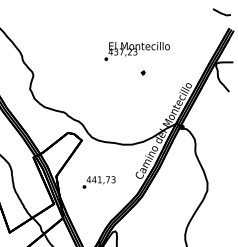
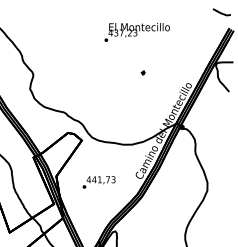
text at (136, 51) position: (136, 51) -> (136, 32)
